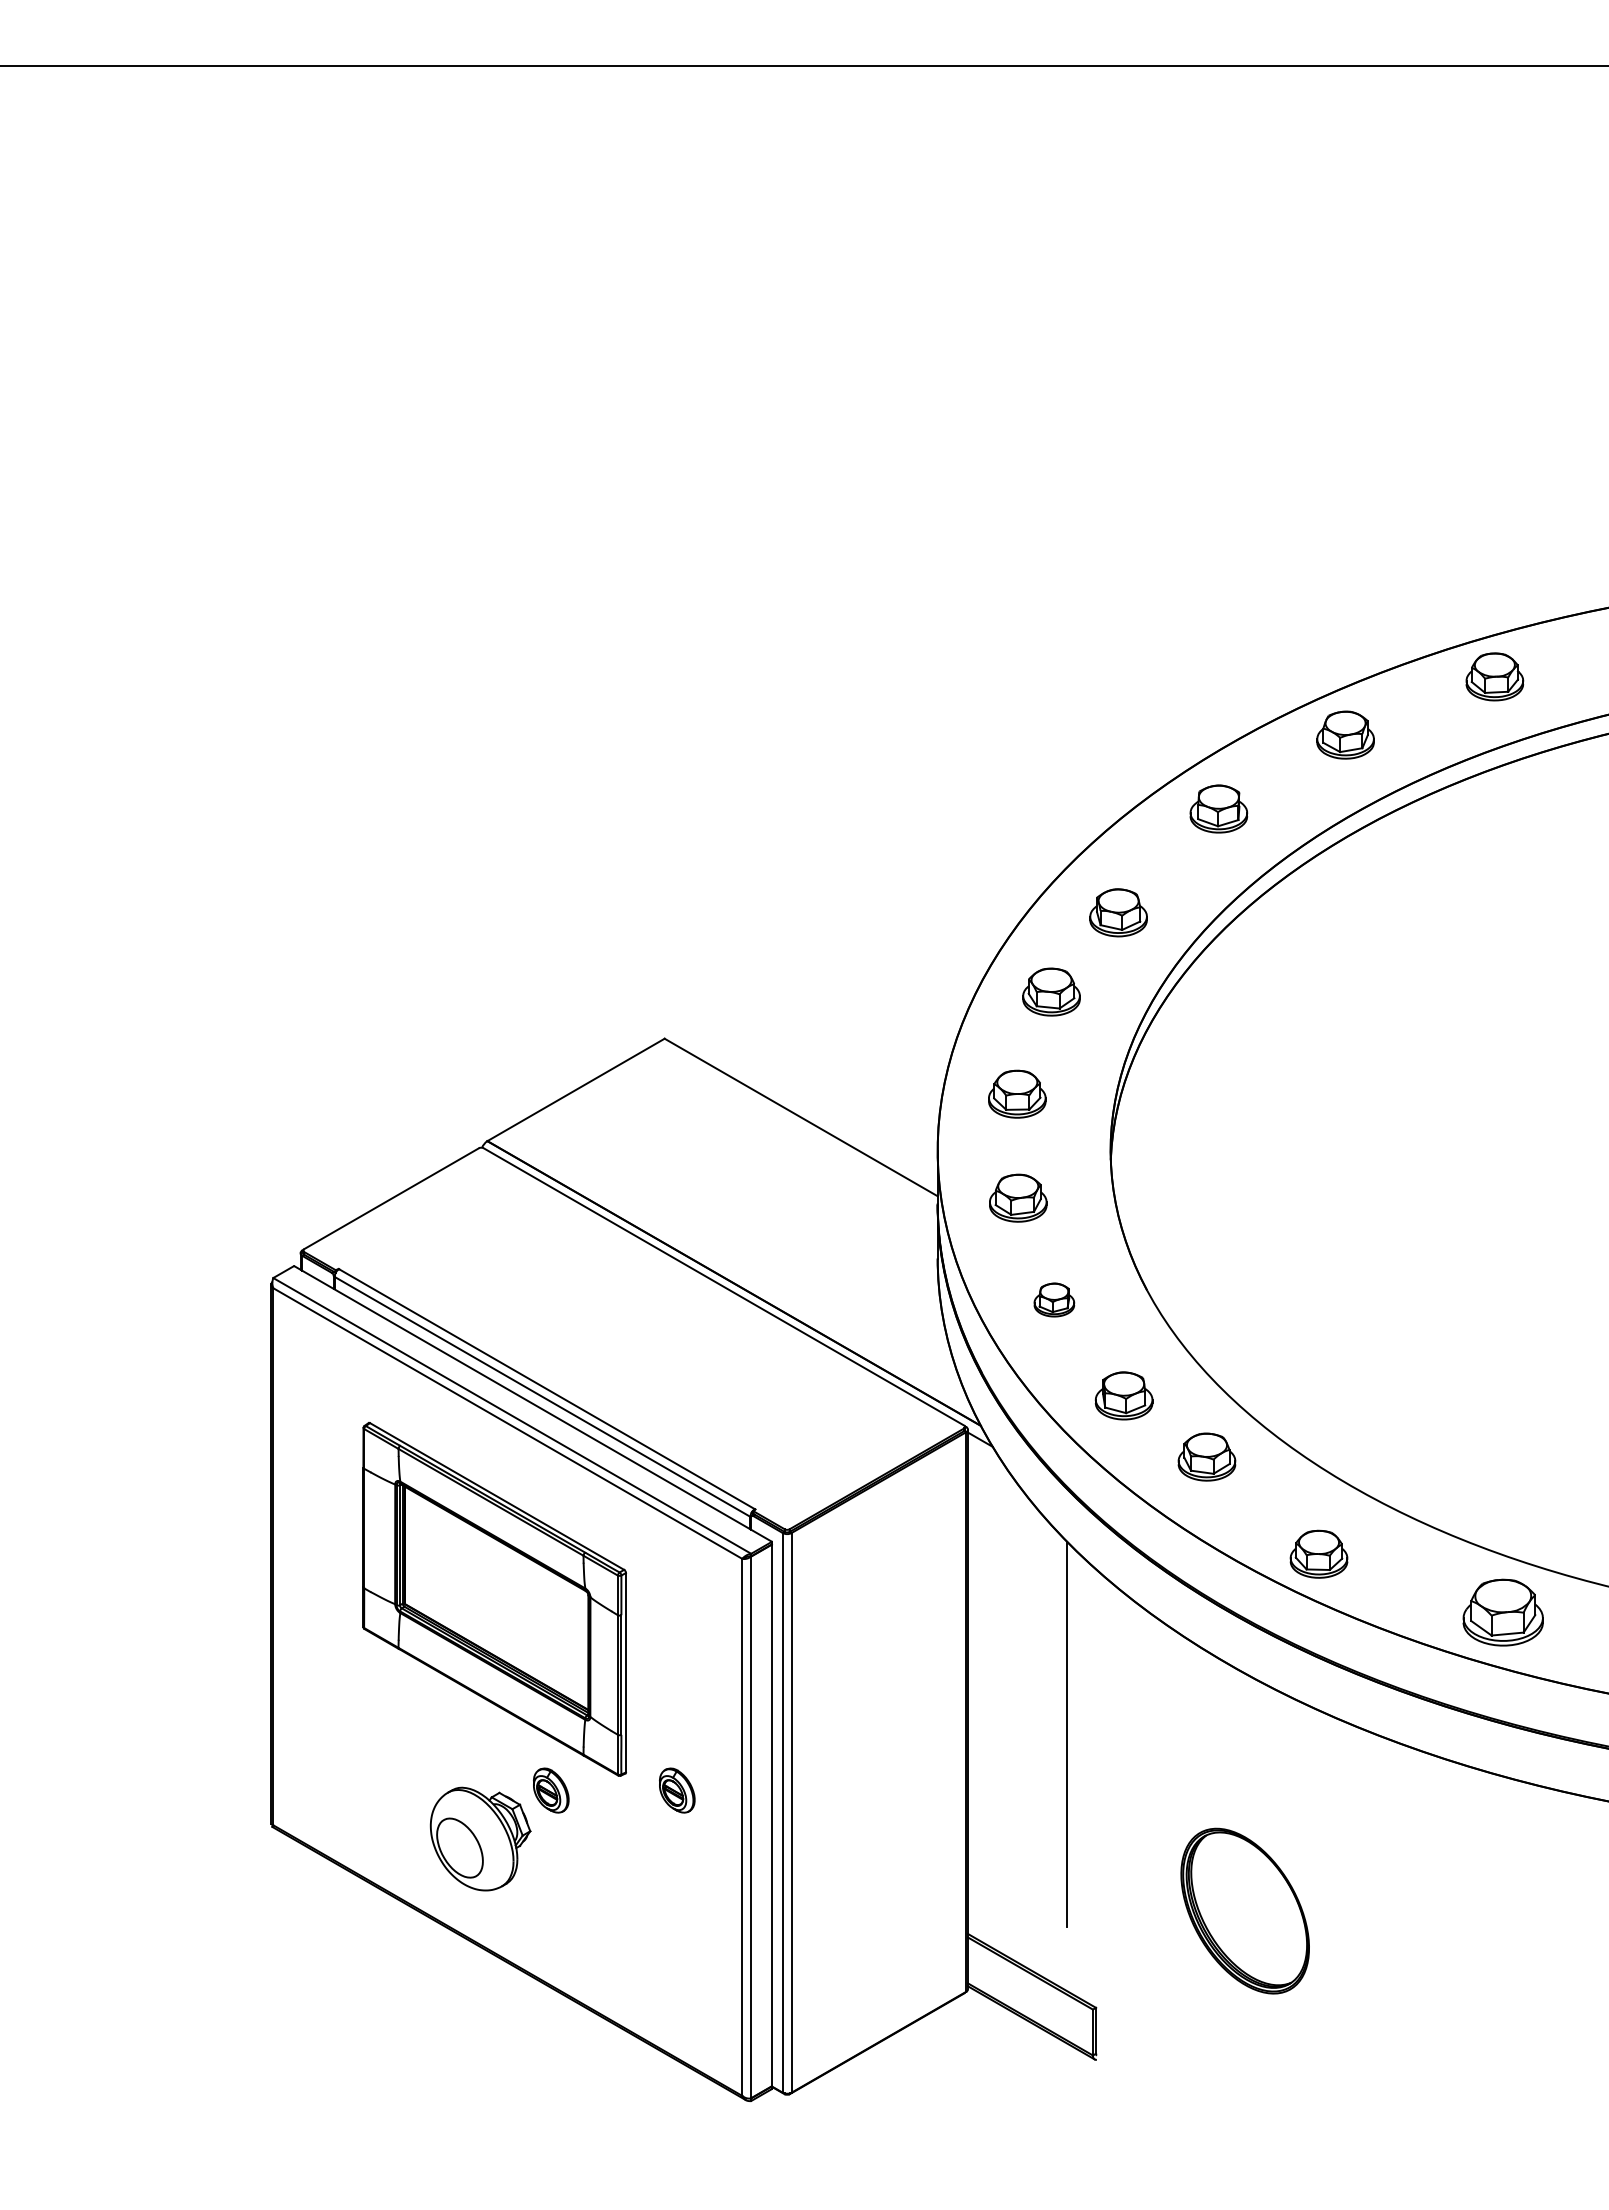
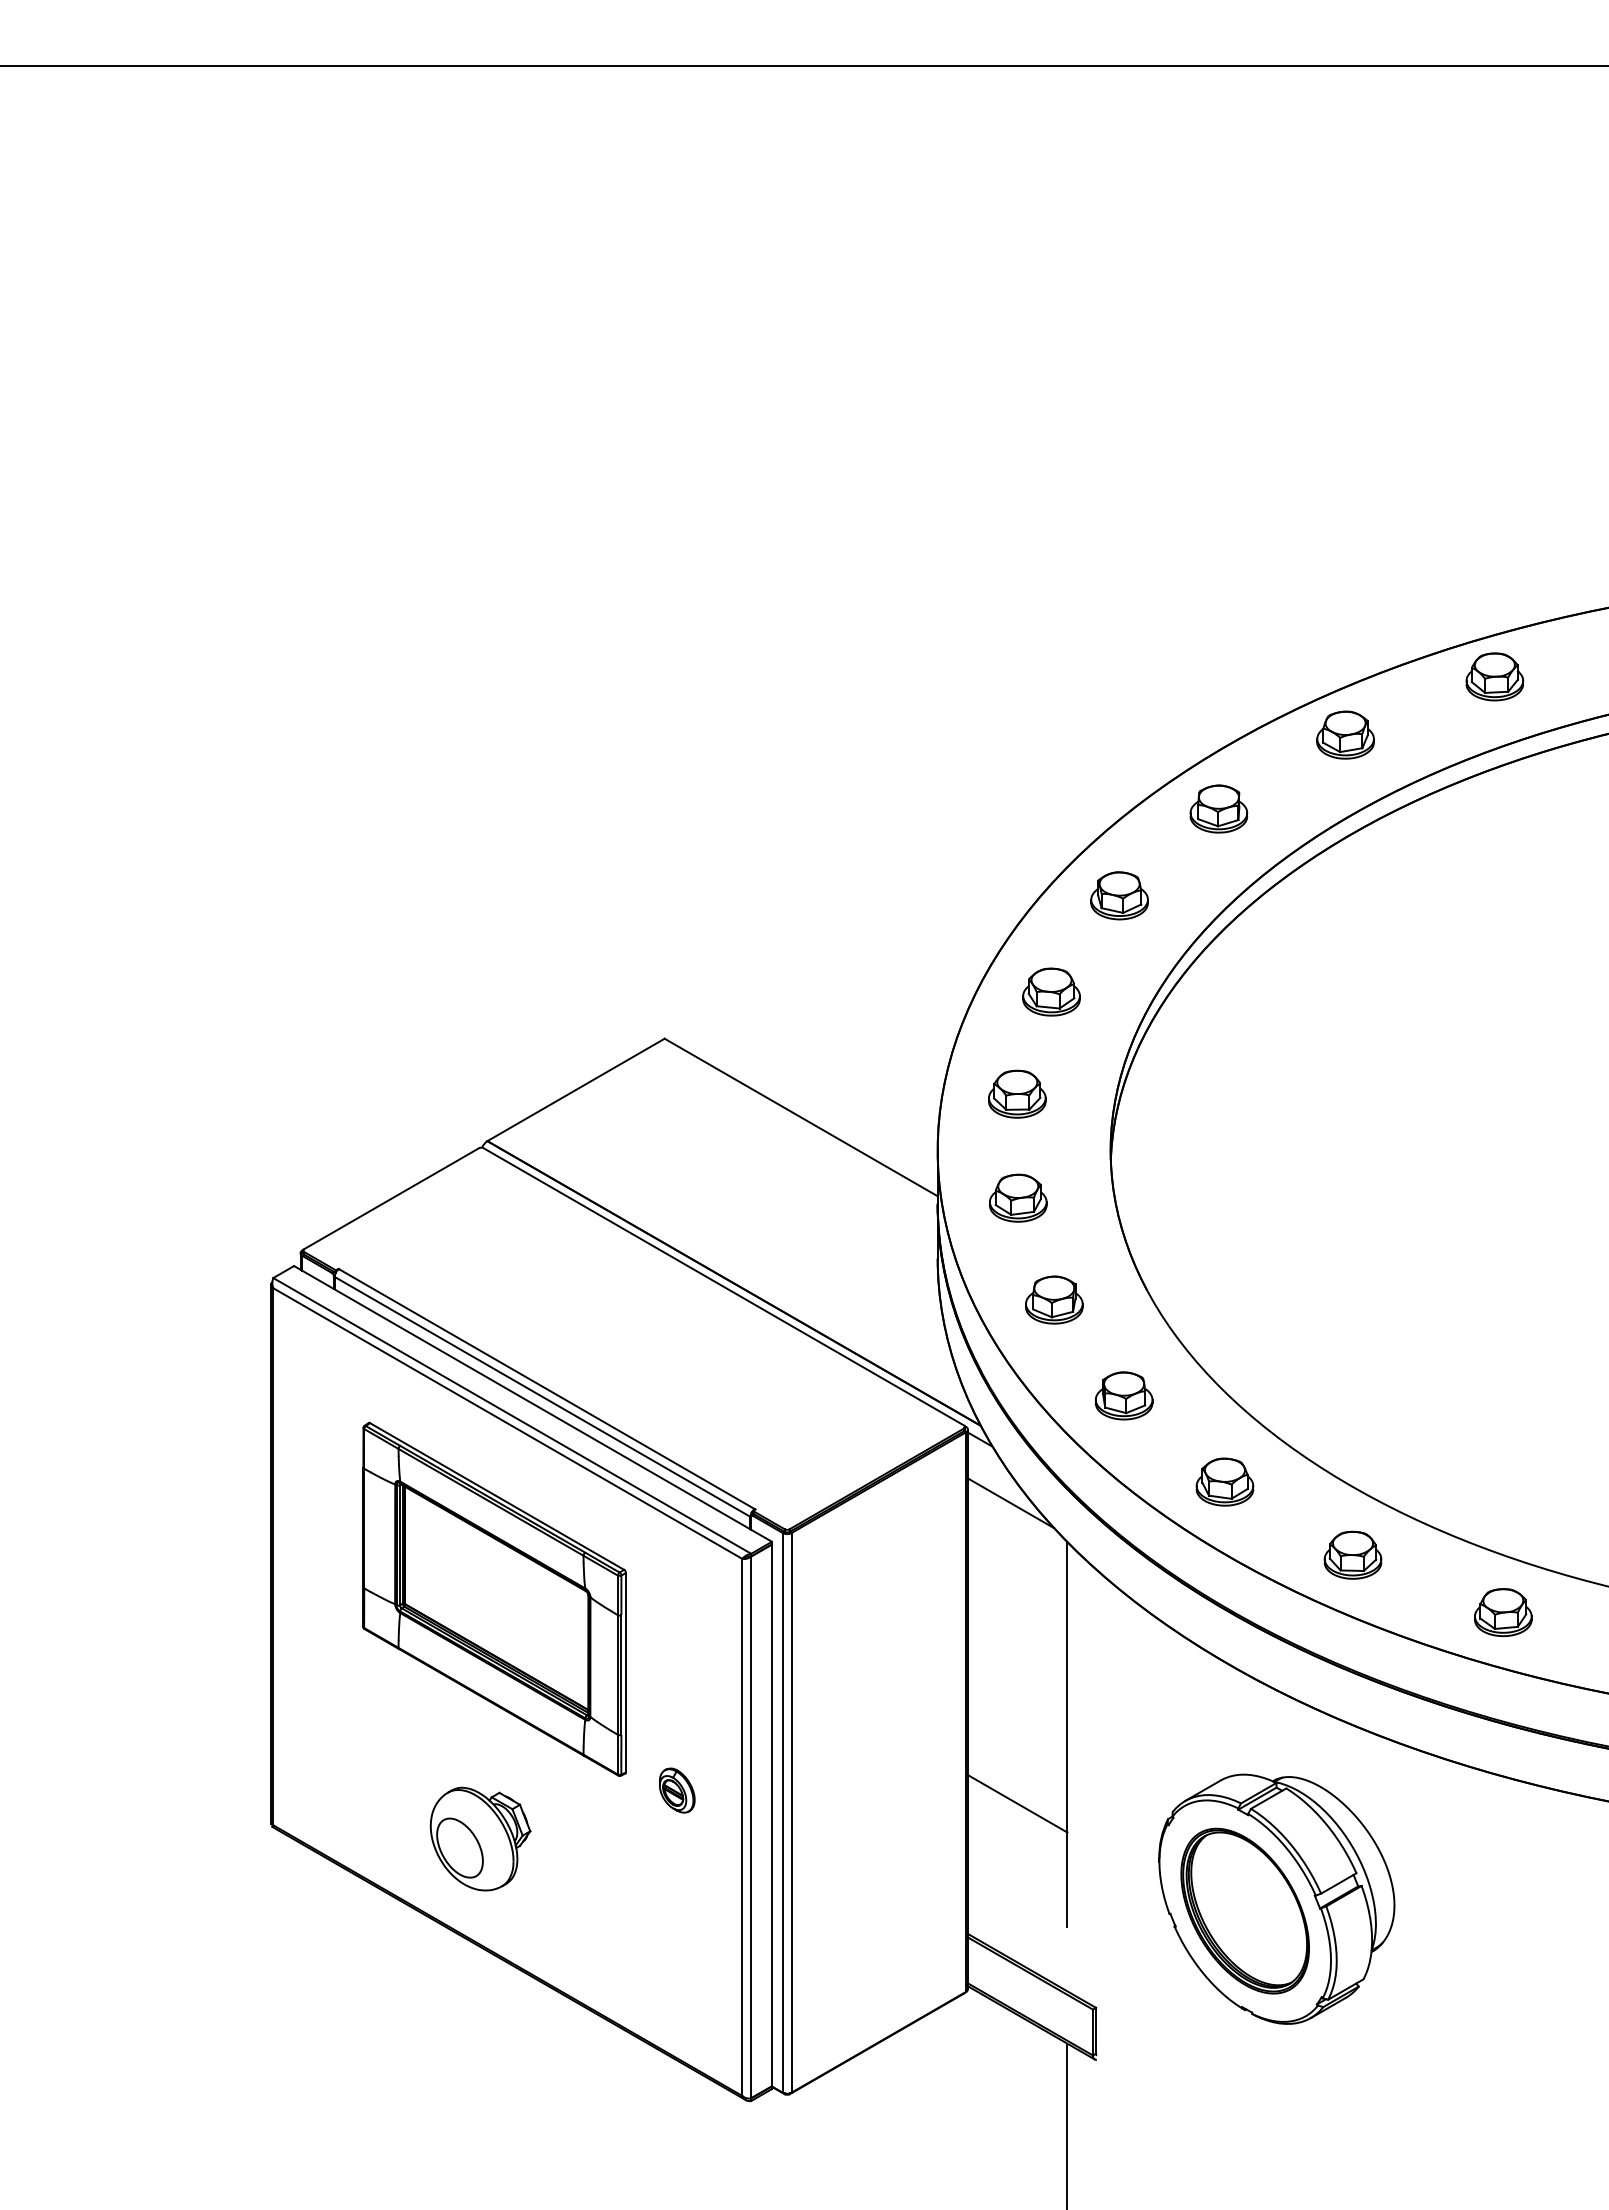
part at (1118, 912) position: (1118, 912) -> (1119, 895)
part at (1054, 1299) size: 43x36 px -> 59x50 px
part at (1206, 1456) position: (1206, 1456) -> (1224, 1481)
line at (1011, 1503): none -> present
part at (1318, 1553) position: (1318, 1553) -> (1352, 1554)
part at (1502, 1612) size: 82x69 px -> 59x49 px
part at (551, 1790): present -> none
line at (1017, 1803): none -> present
part at (1276, 1898): none -> present
line at (1067, 2124): none -> present
